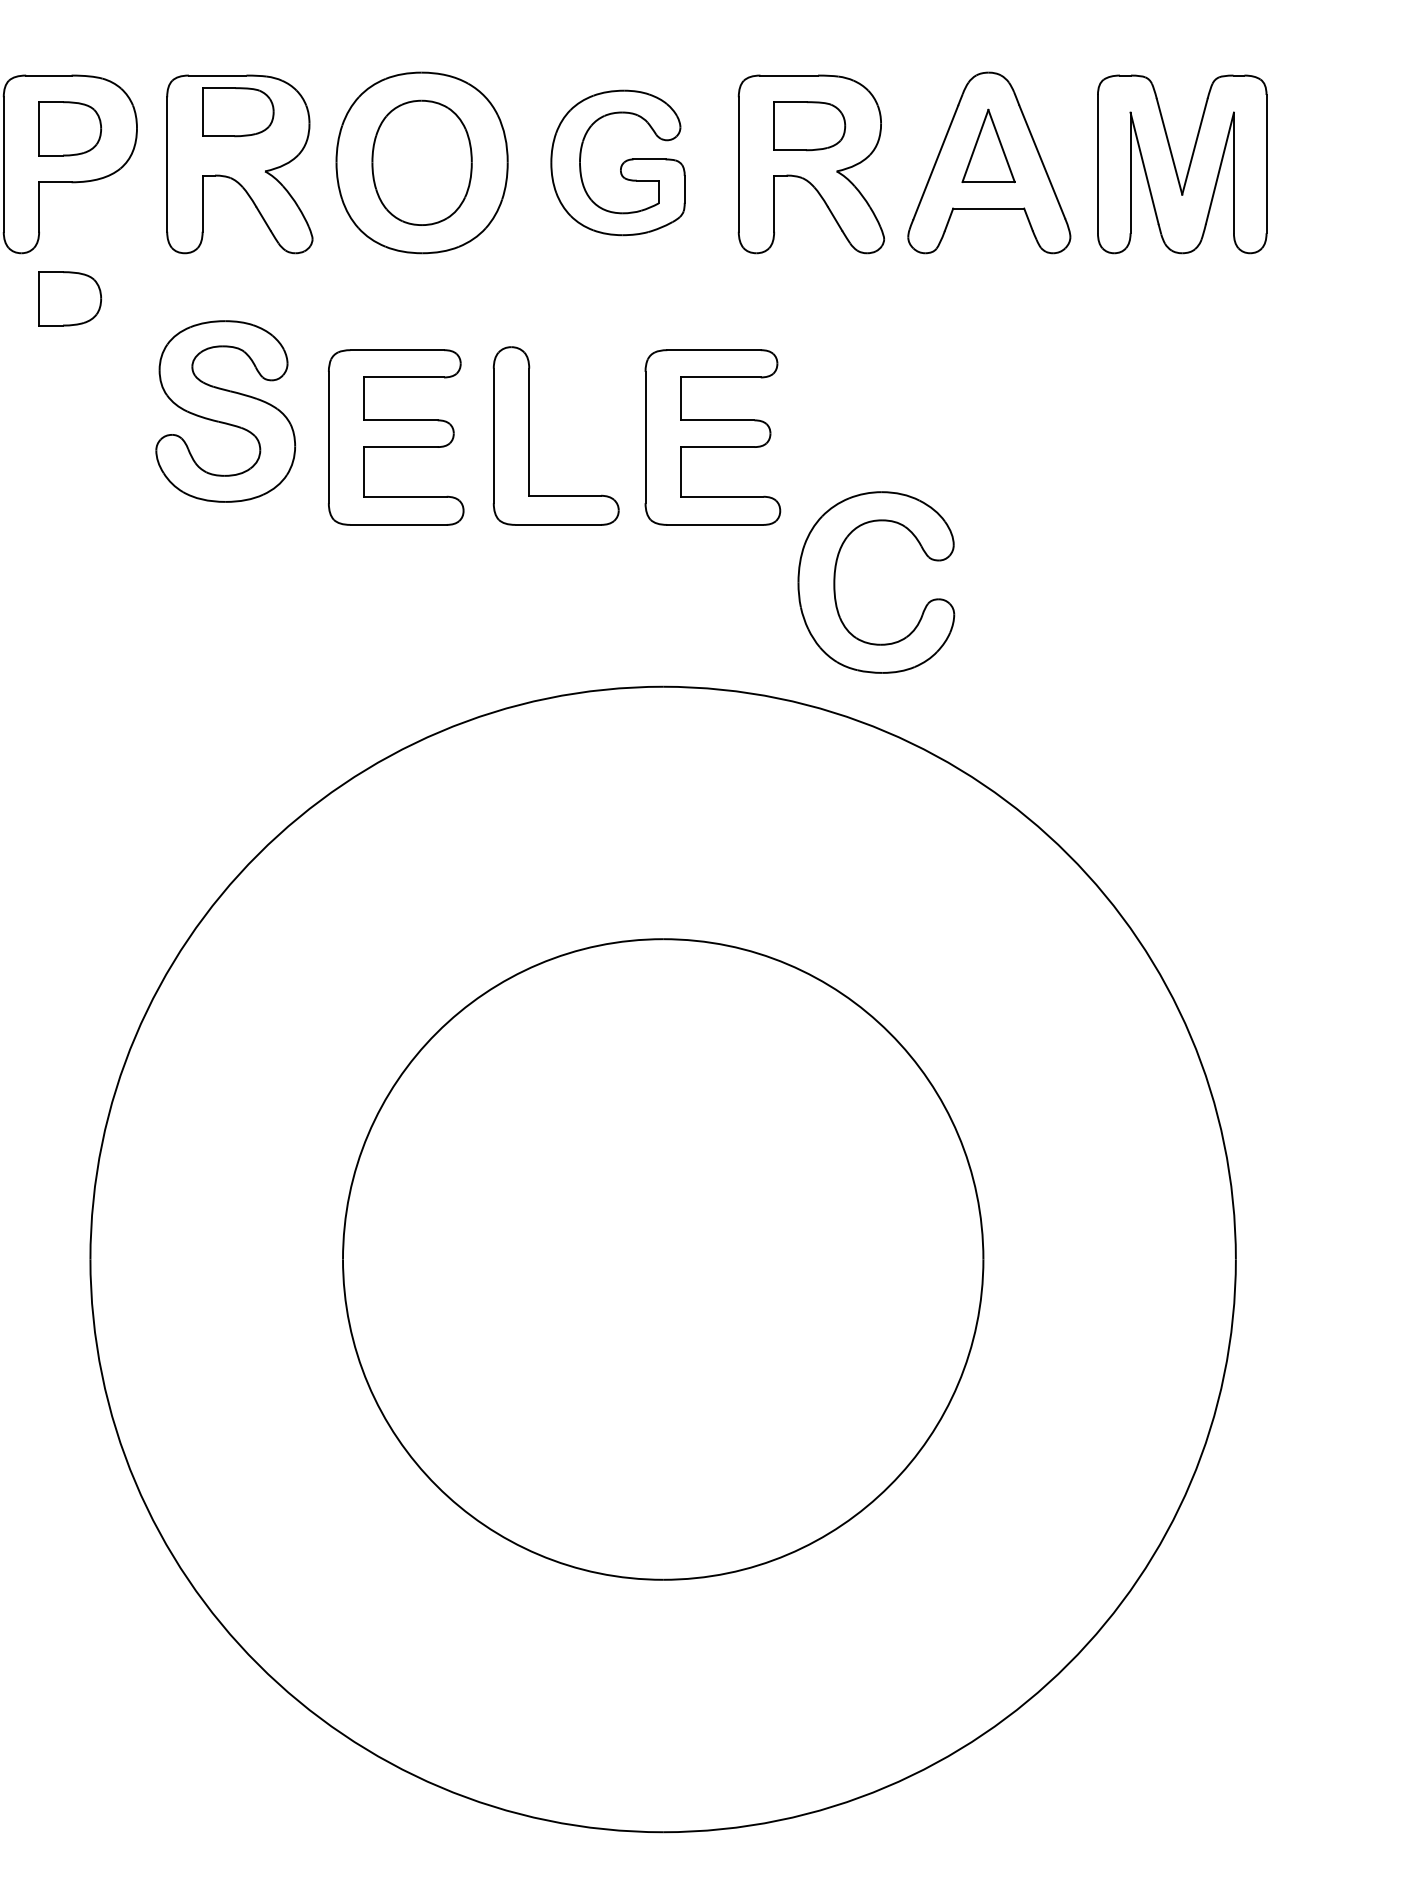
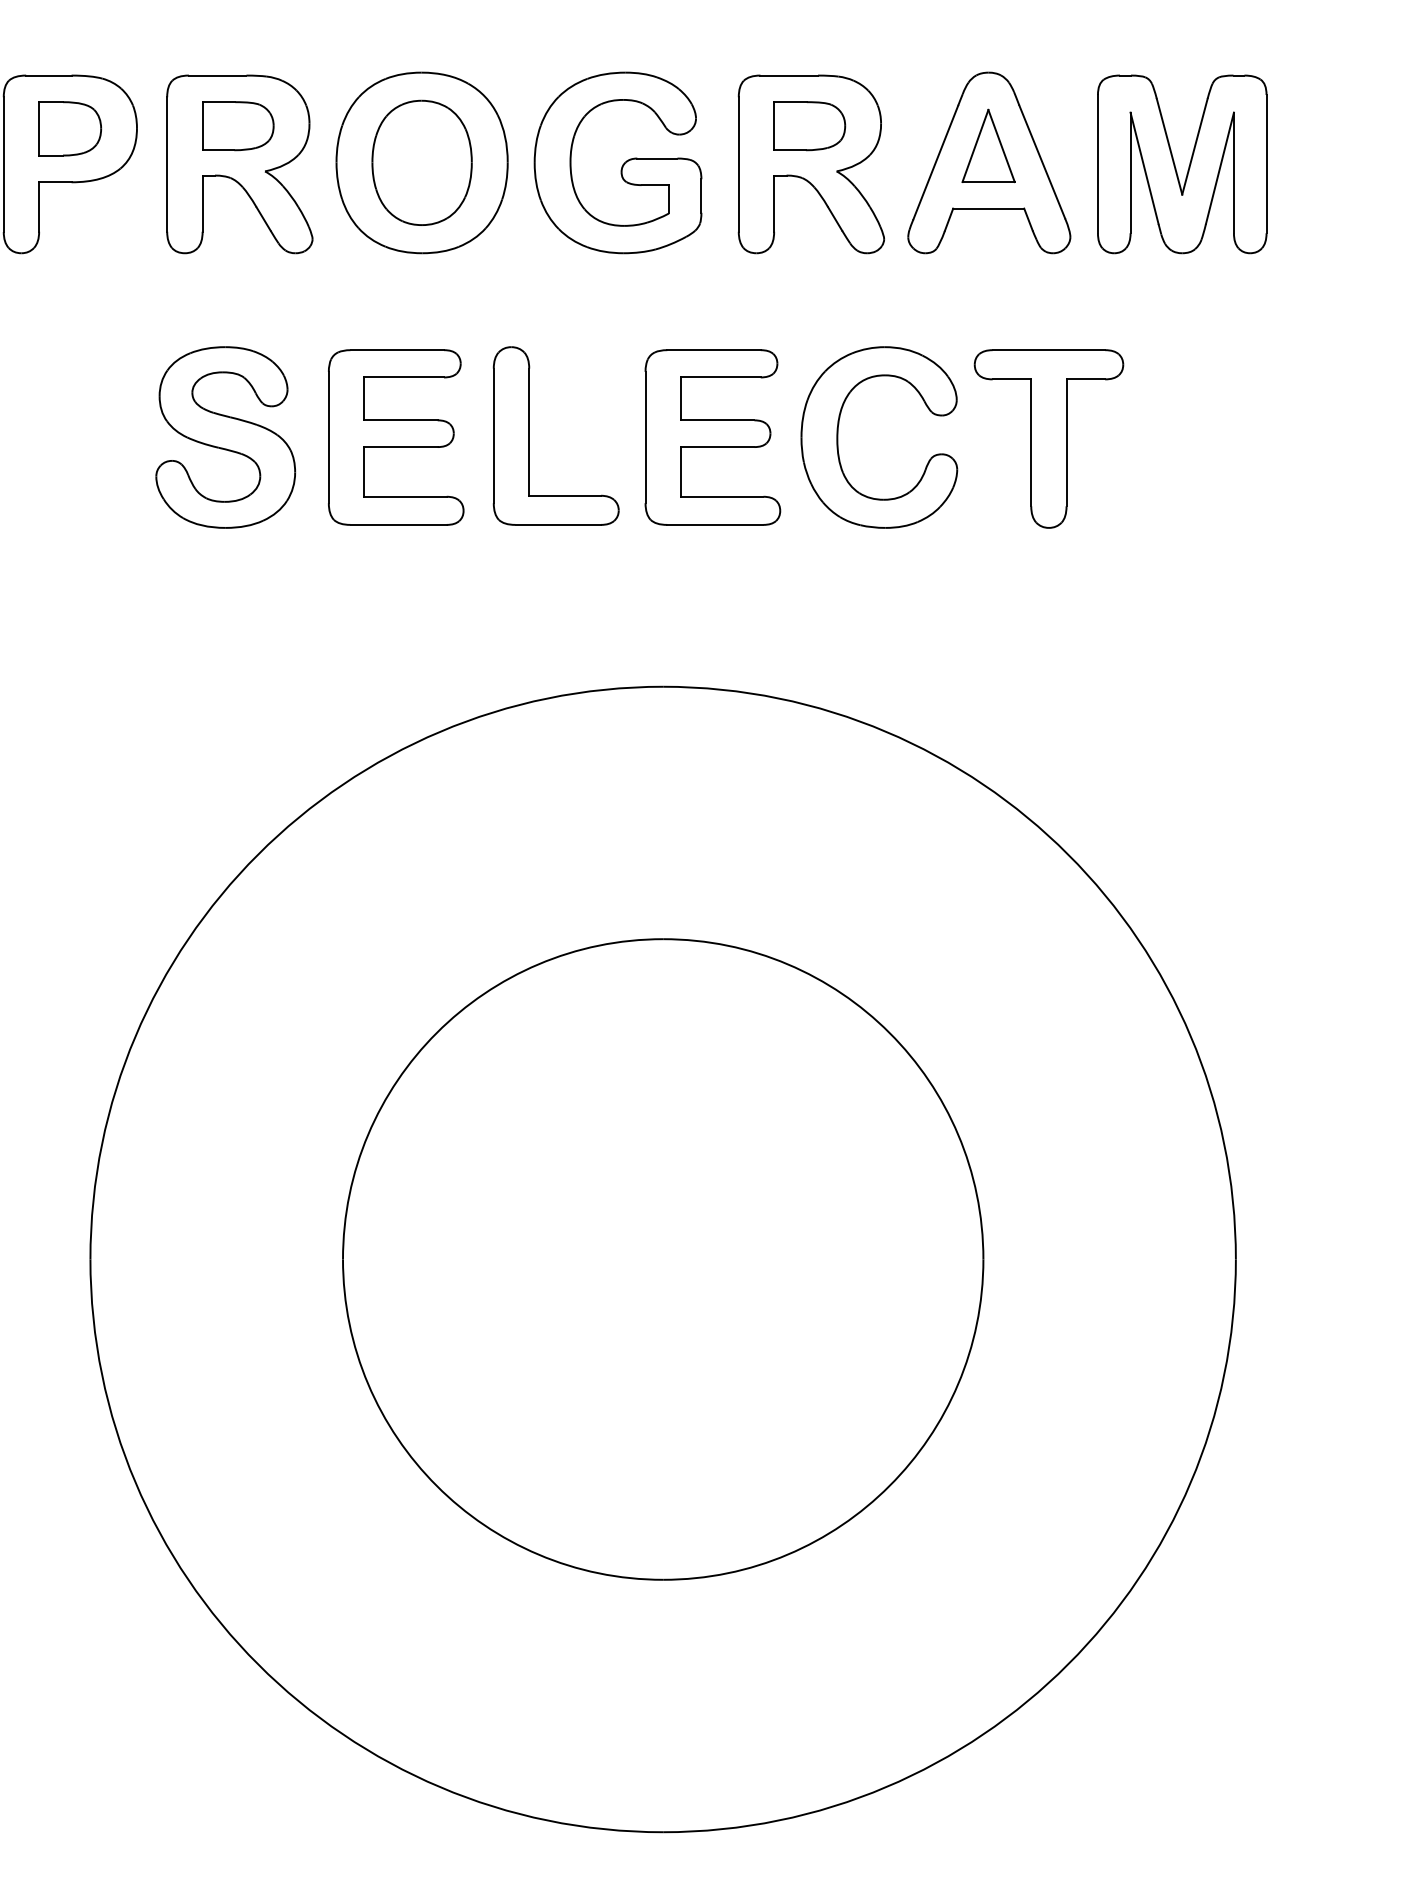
part at (238, 112) position: (238, 112) -> (238, 126)
part at (617, 162) size: 136x148 px -> 170x184 px
part at (69, 298): present -> none
part at (225, 411) position: (225, 411) -> (225, 437)
part at (1048, 438): none -> present
part at (835, 582) position: (835, 582) -> (838, 437)
